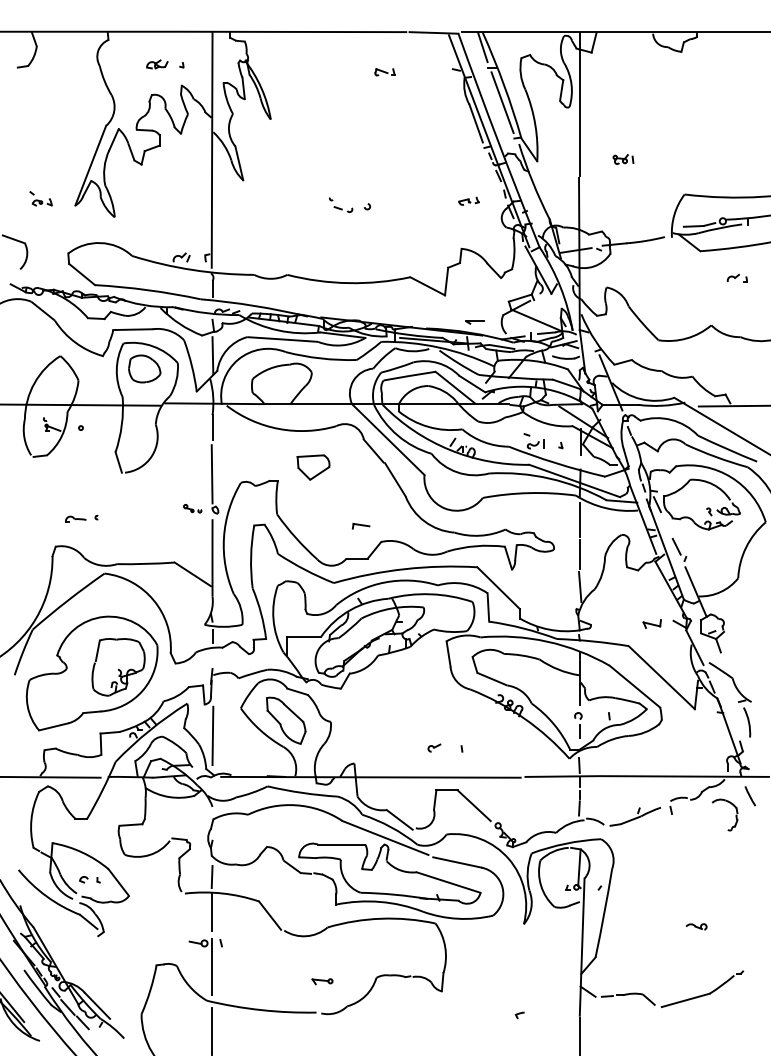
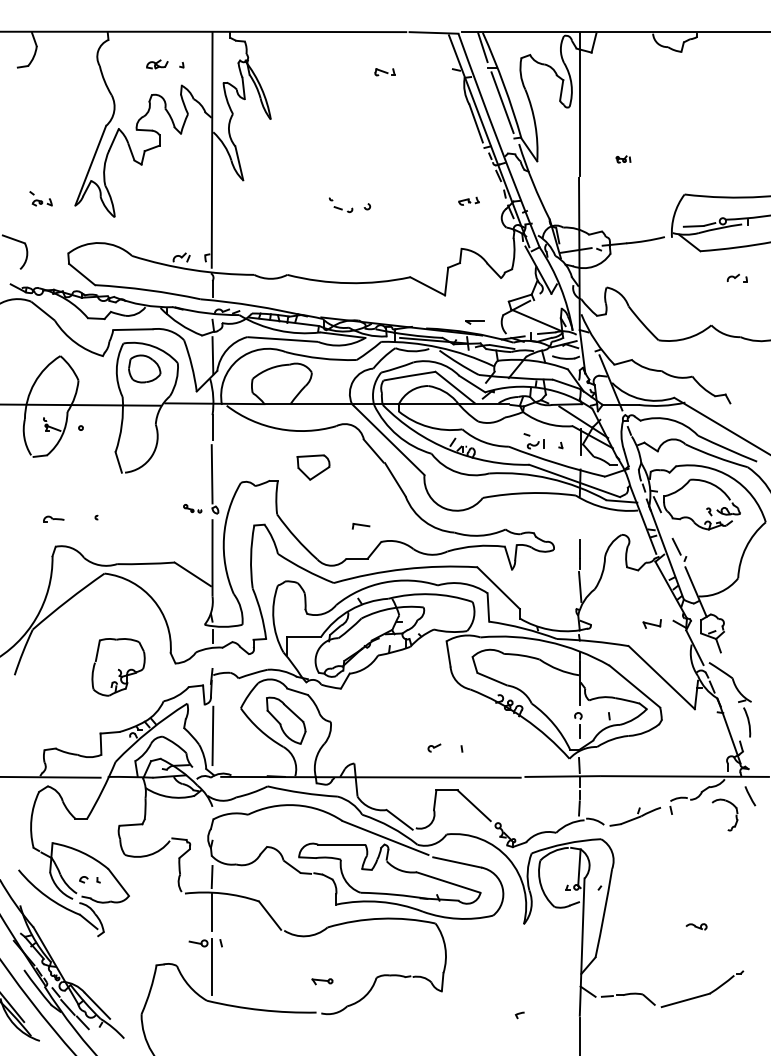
part at (623, 159) size: 23x11 px -> 17x9 px
line at (732, 405): present -> none
part at (75, 518) position: (75, 518) -> (53, 518)
line at (579, 519): present -> none
part at (91, 673): present -> none
line at (211, 1029): present -> none
